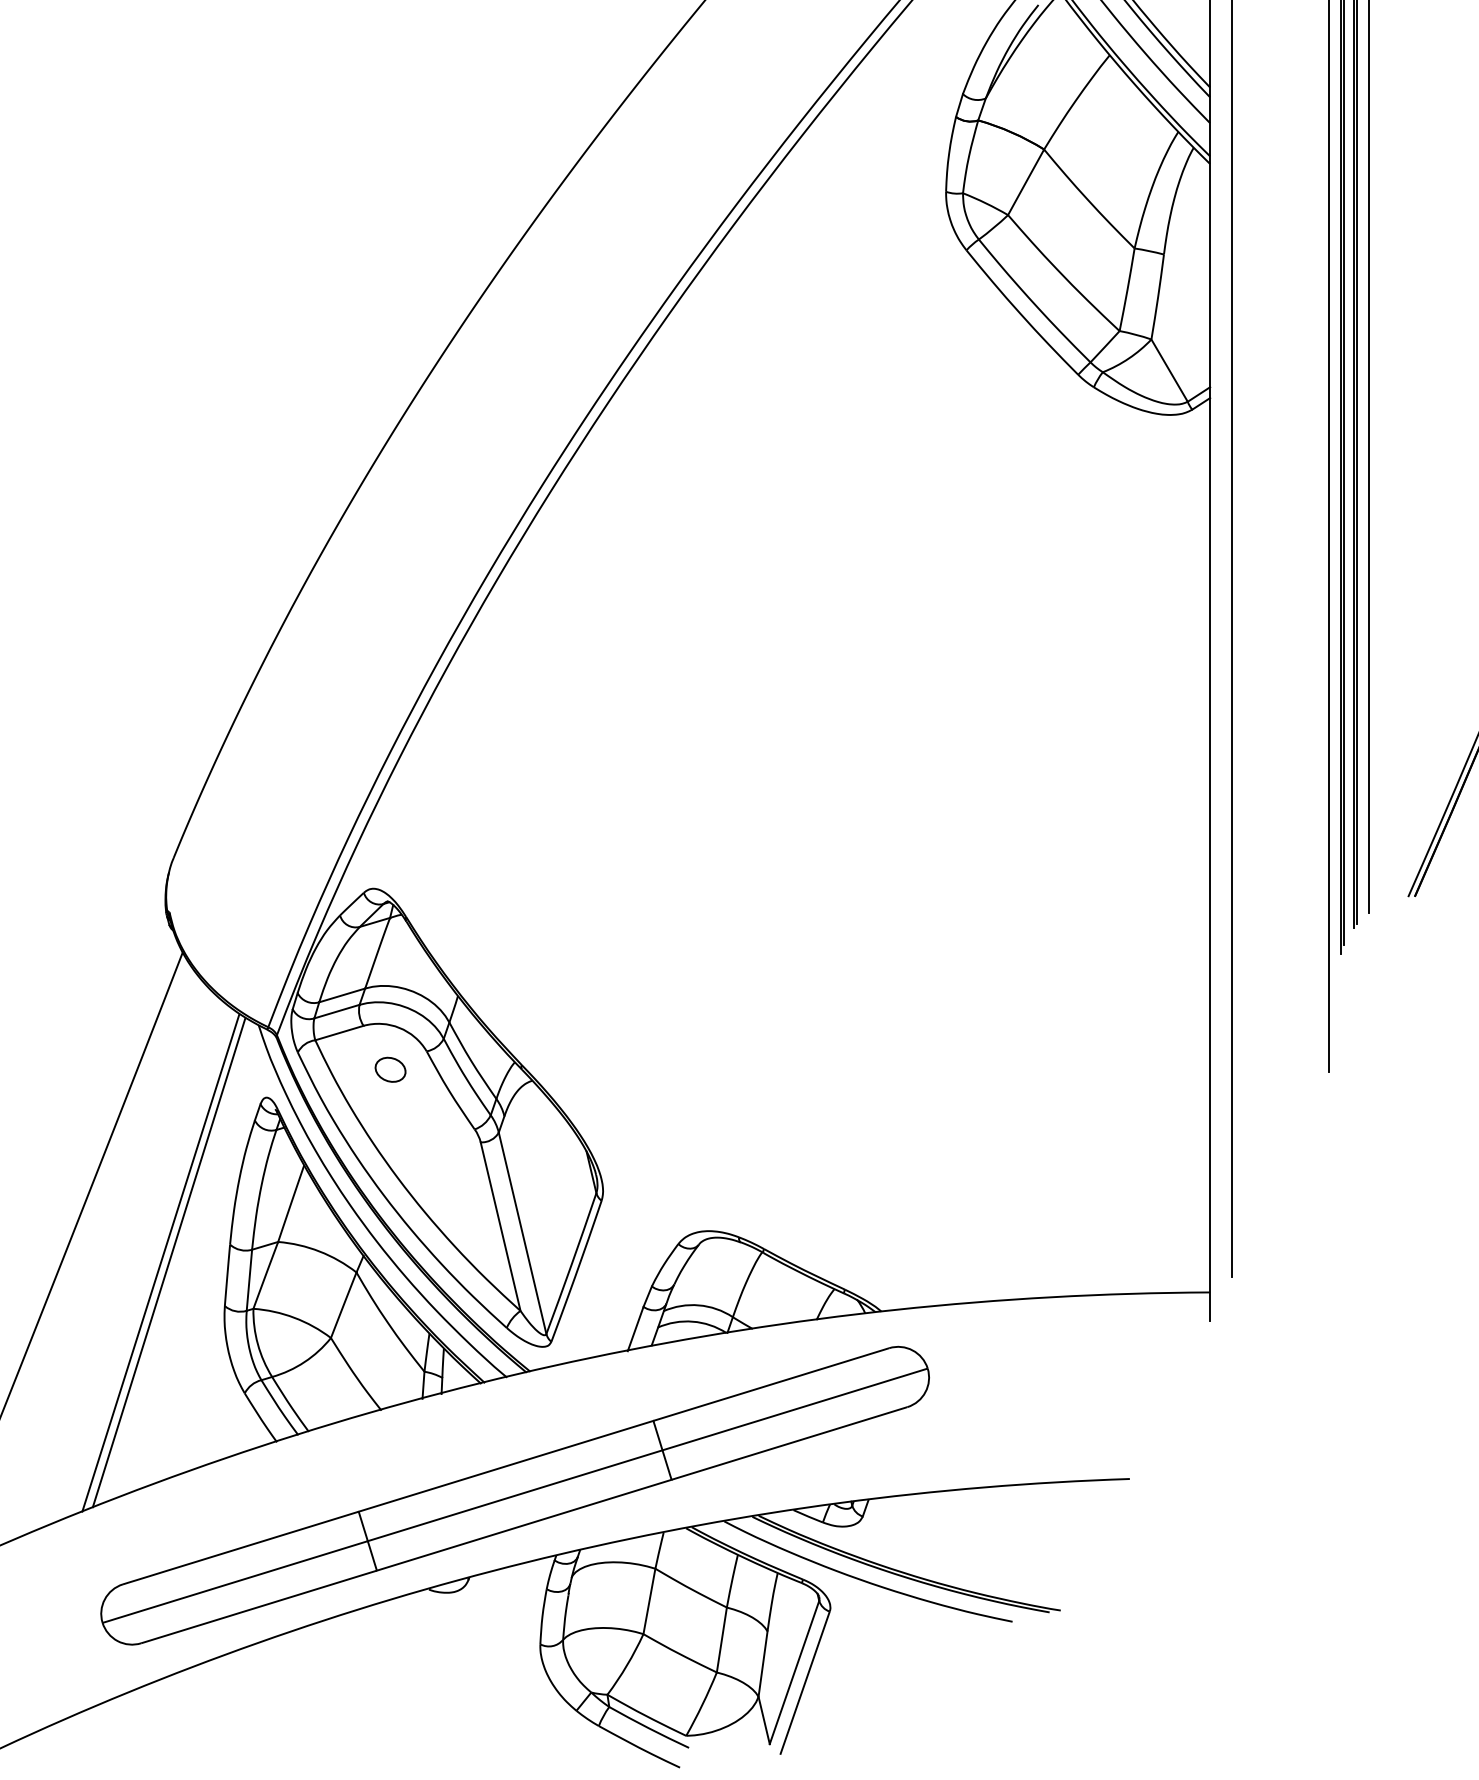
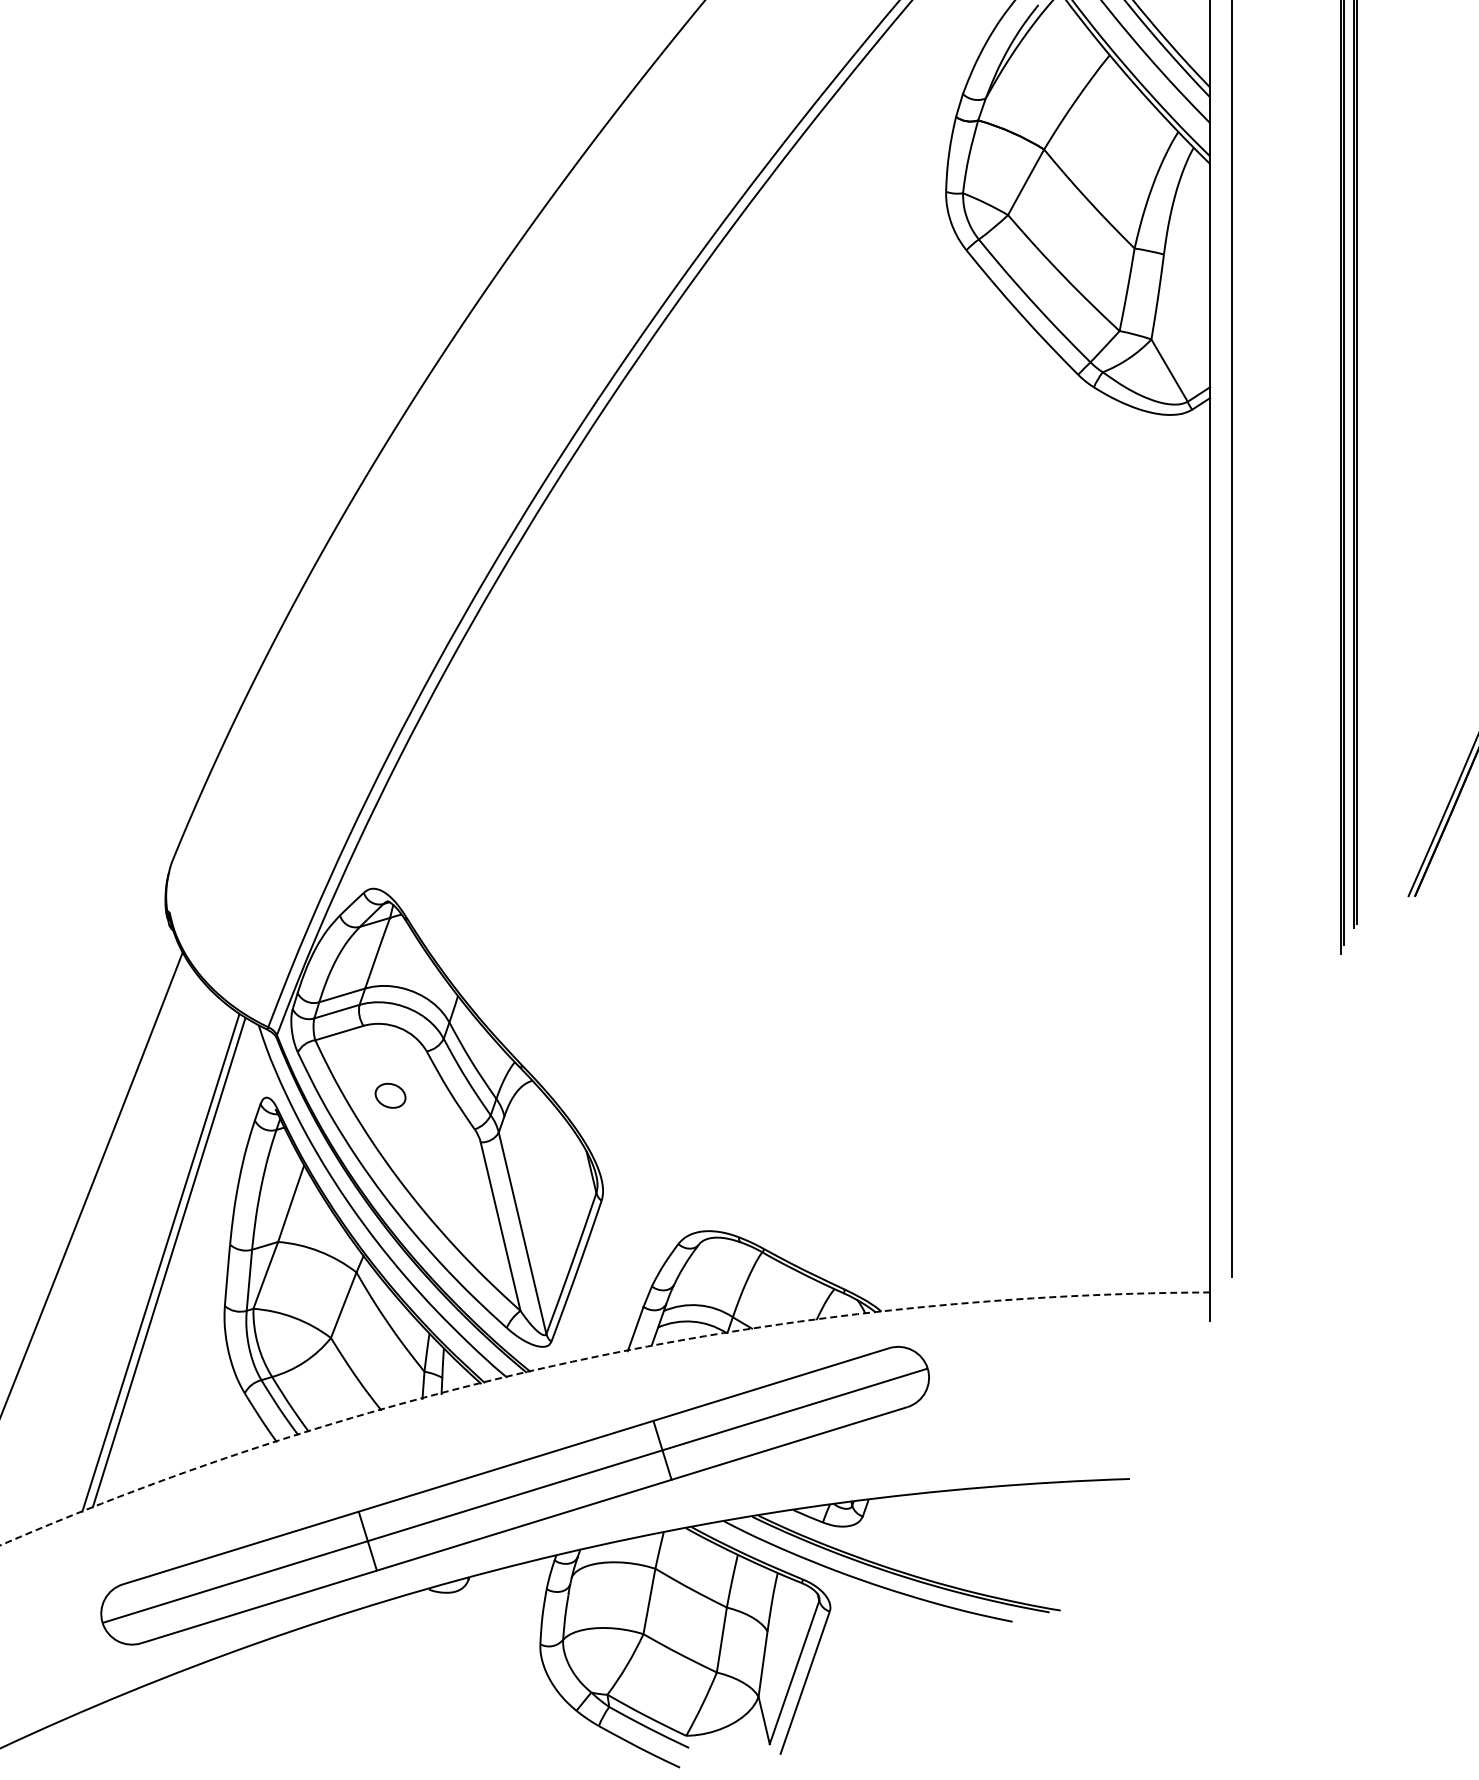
line at (1368, 457): present -> none
line at (1329, 537): present -> none
part at (390, 1069) position: (390, 1069) -> (390, 1095)
arc at (591, 1357): solid -> dashed
